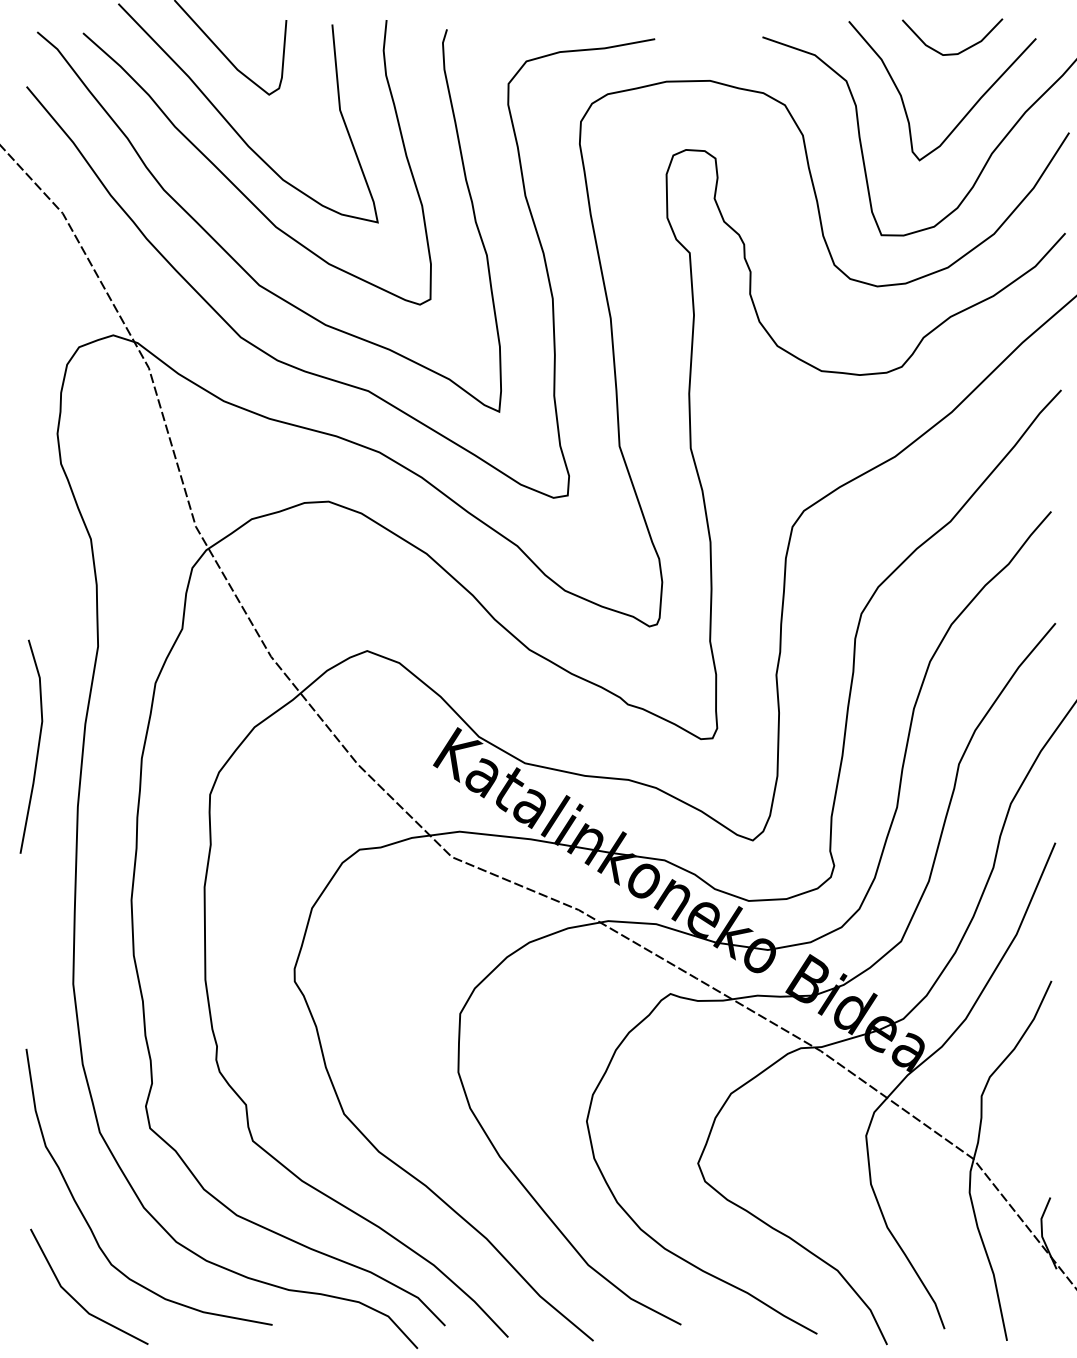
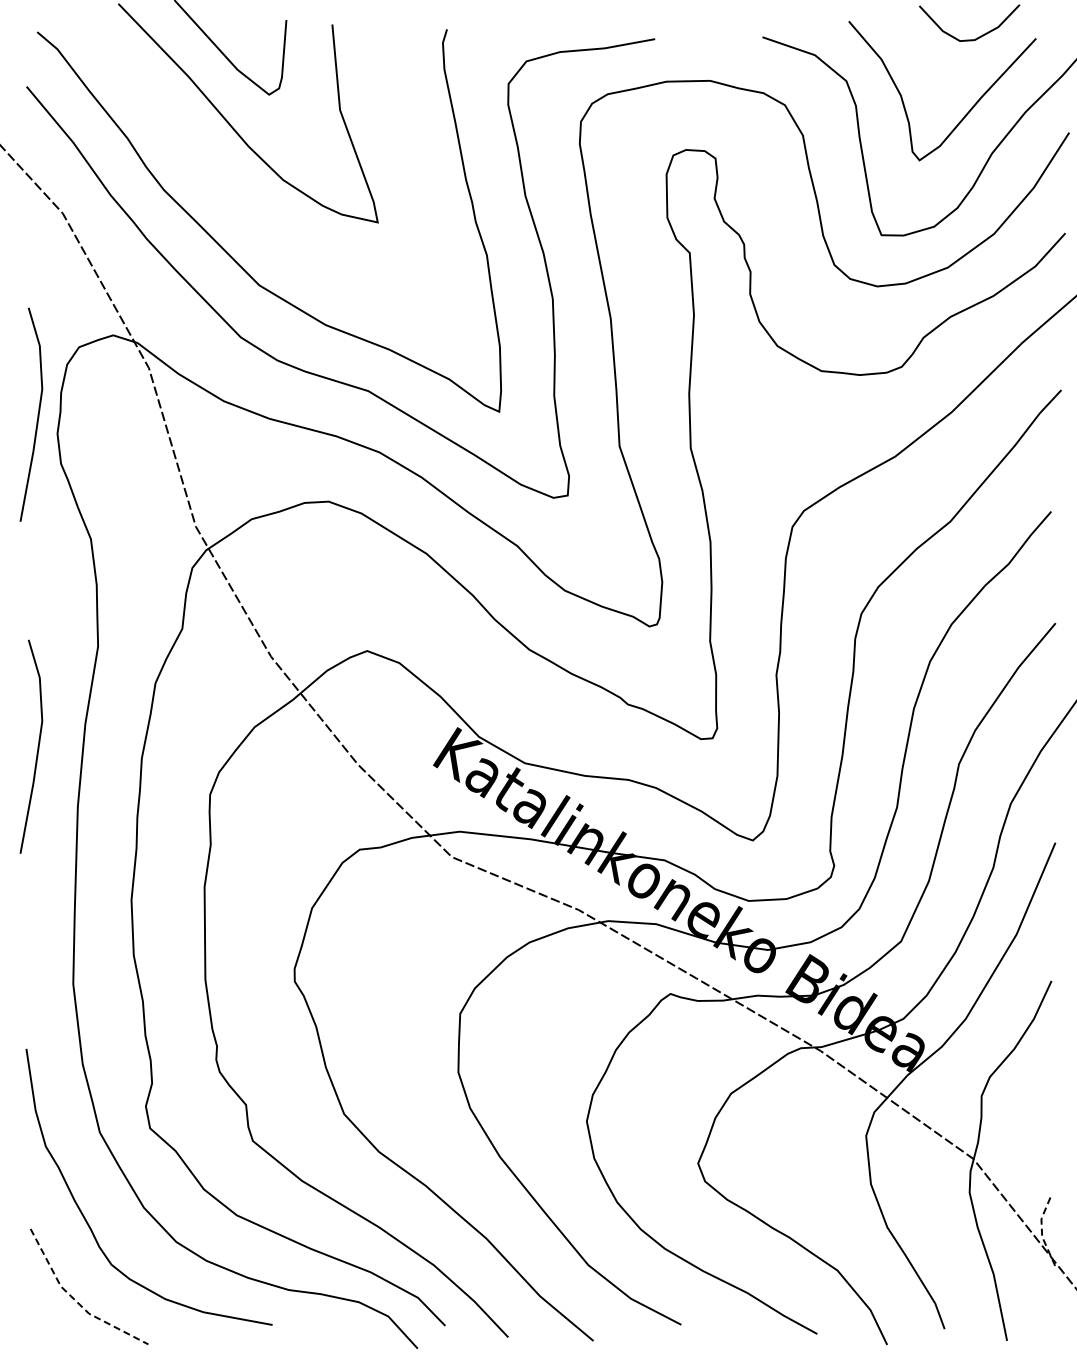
curve at (960, 51) position: (960, 51) -> (977, 37)
curve at (234, 184): present -> none
line at (37, 414): none -> present
line at (1042, 1233): solid -> dashed
line at (75, 1300): solid -> dashed
